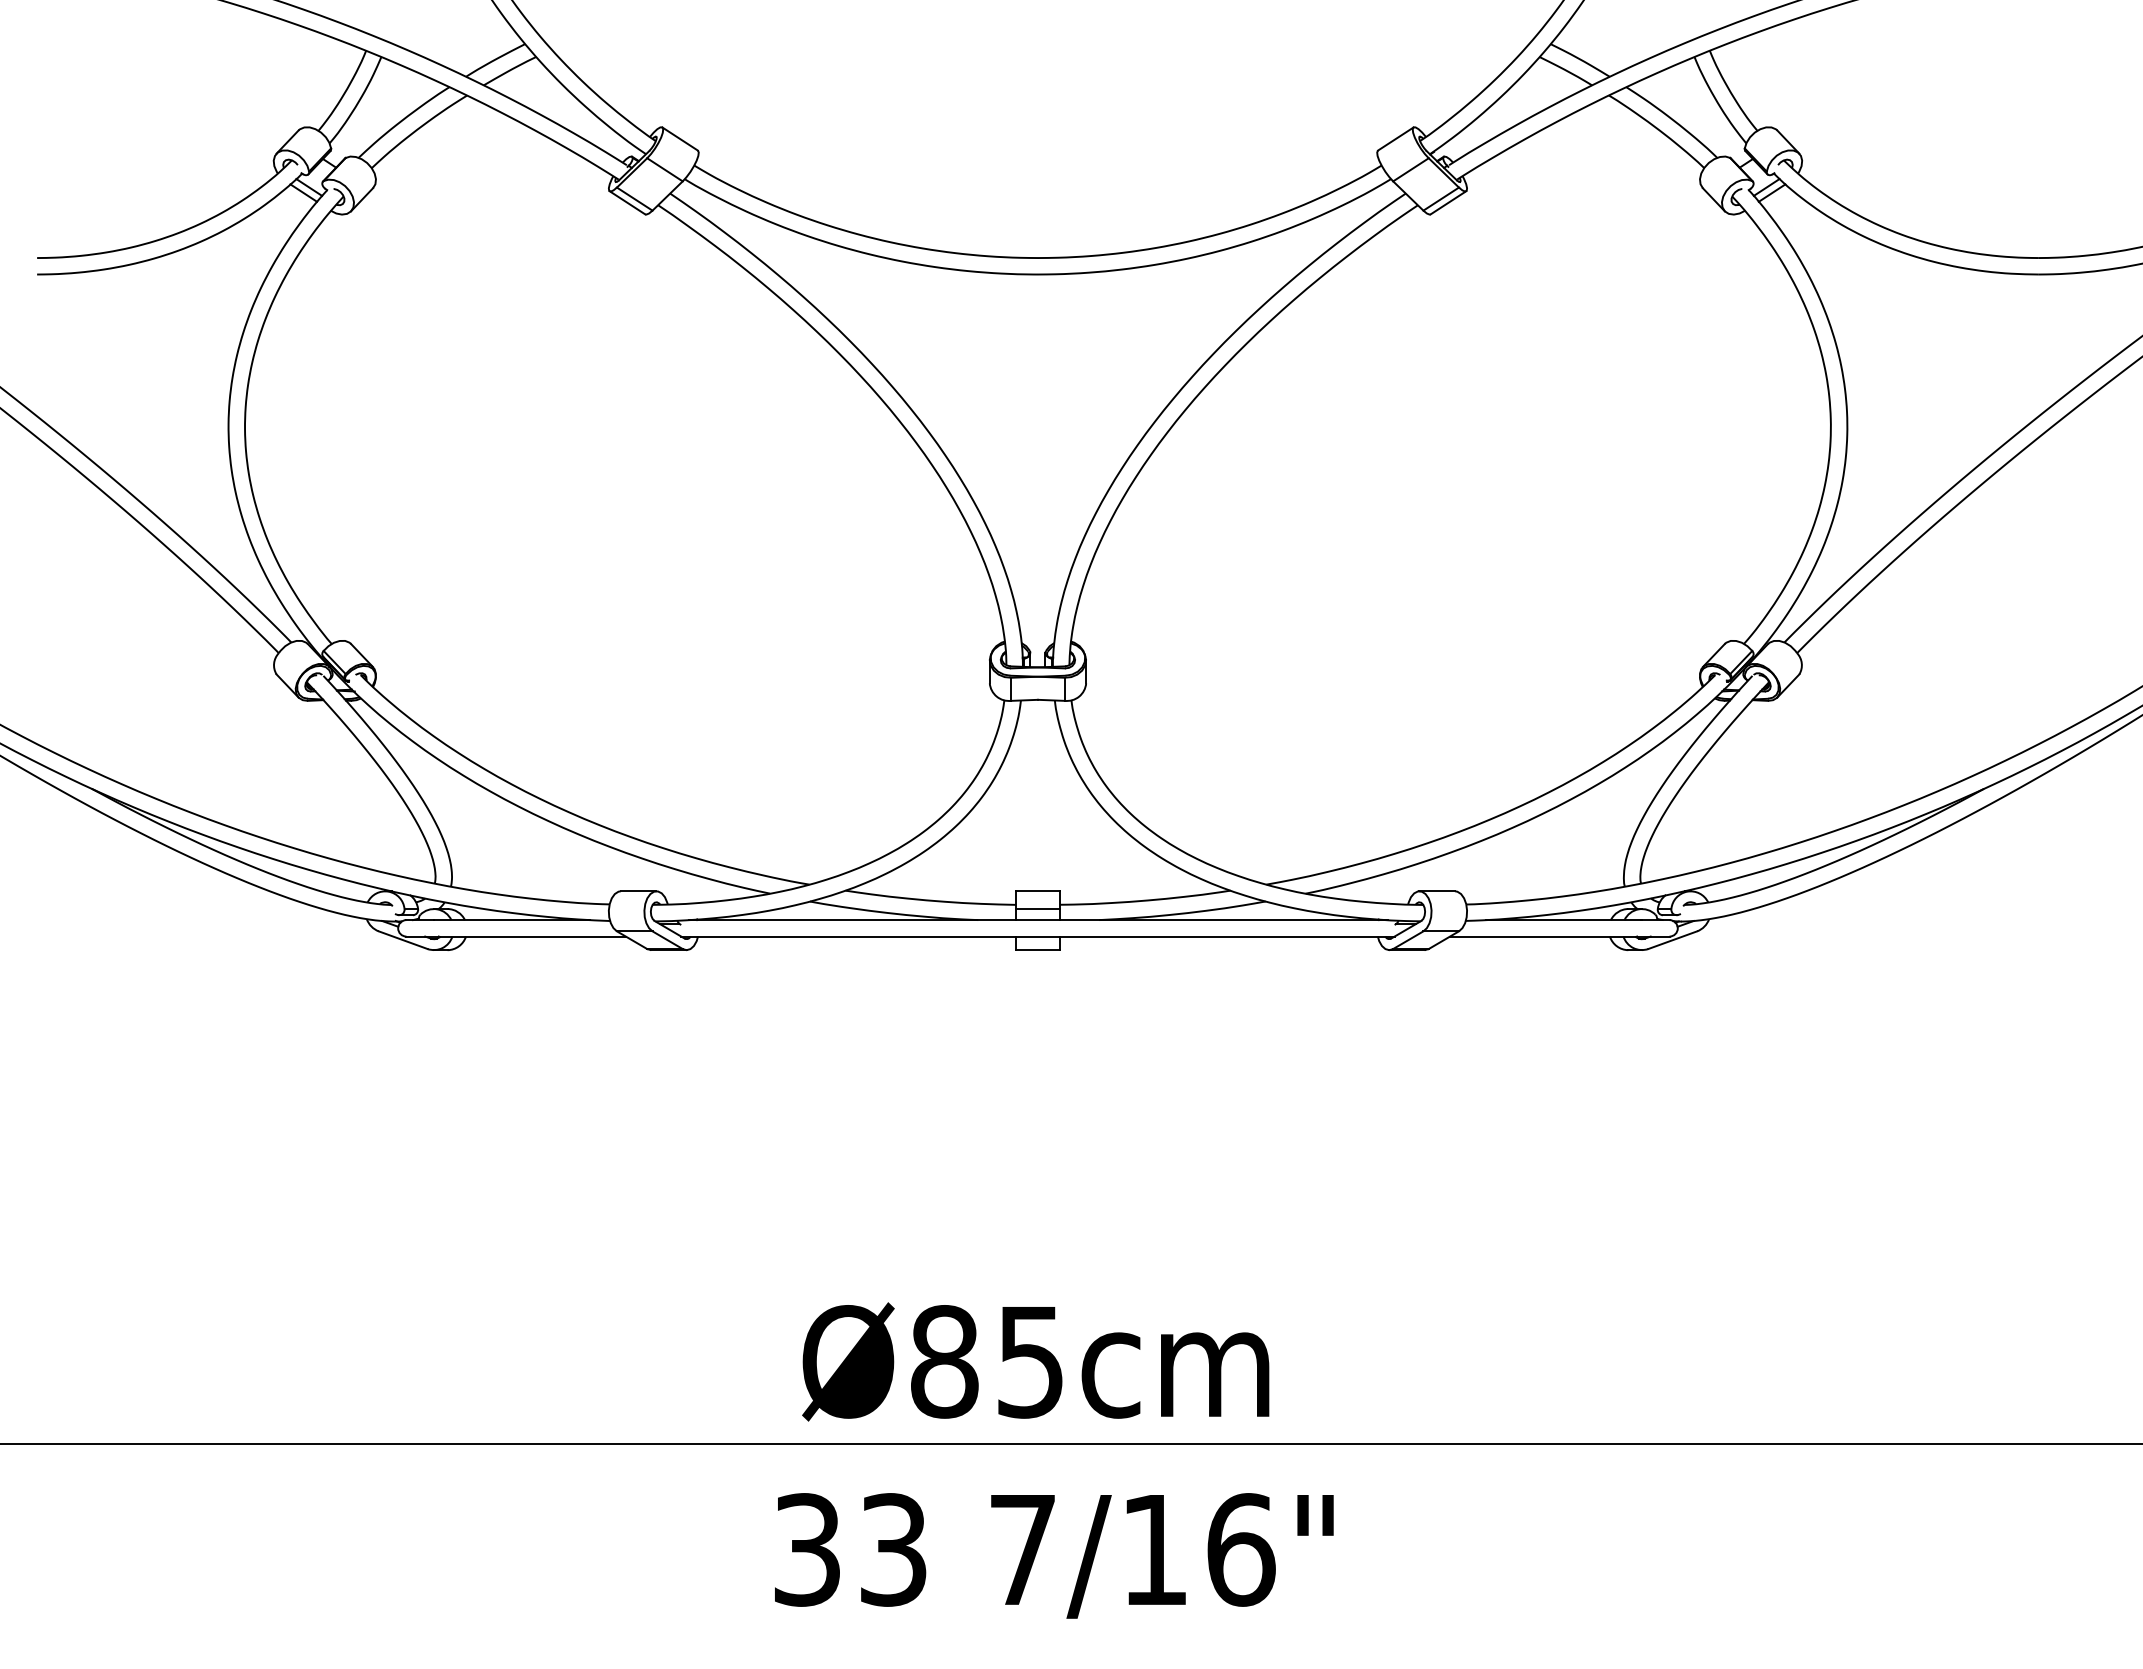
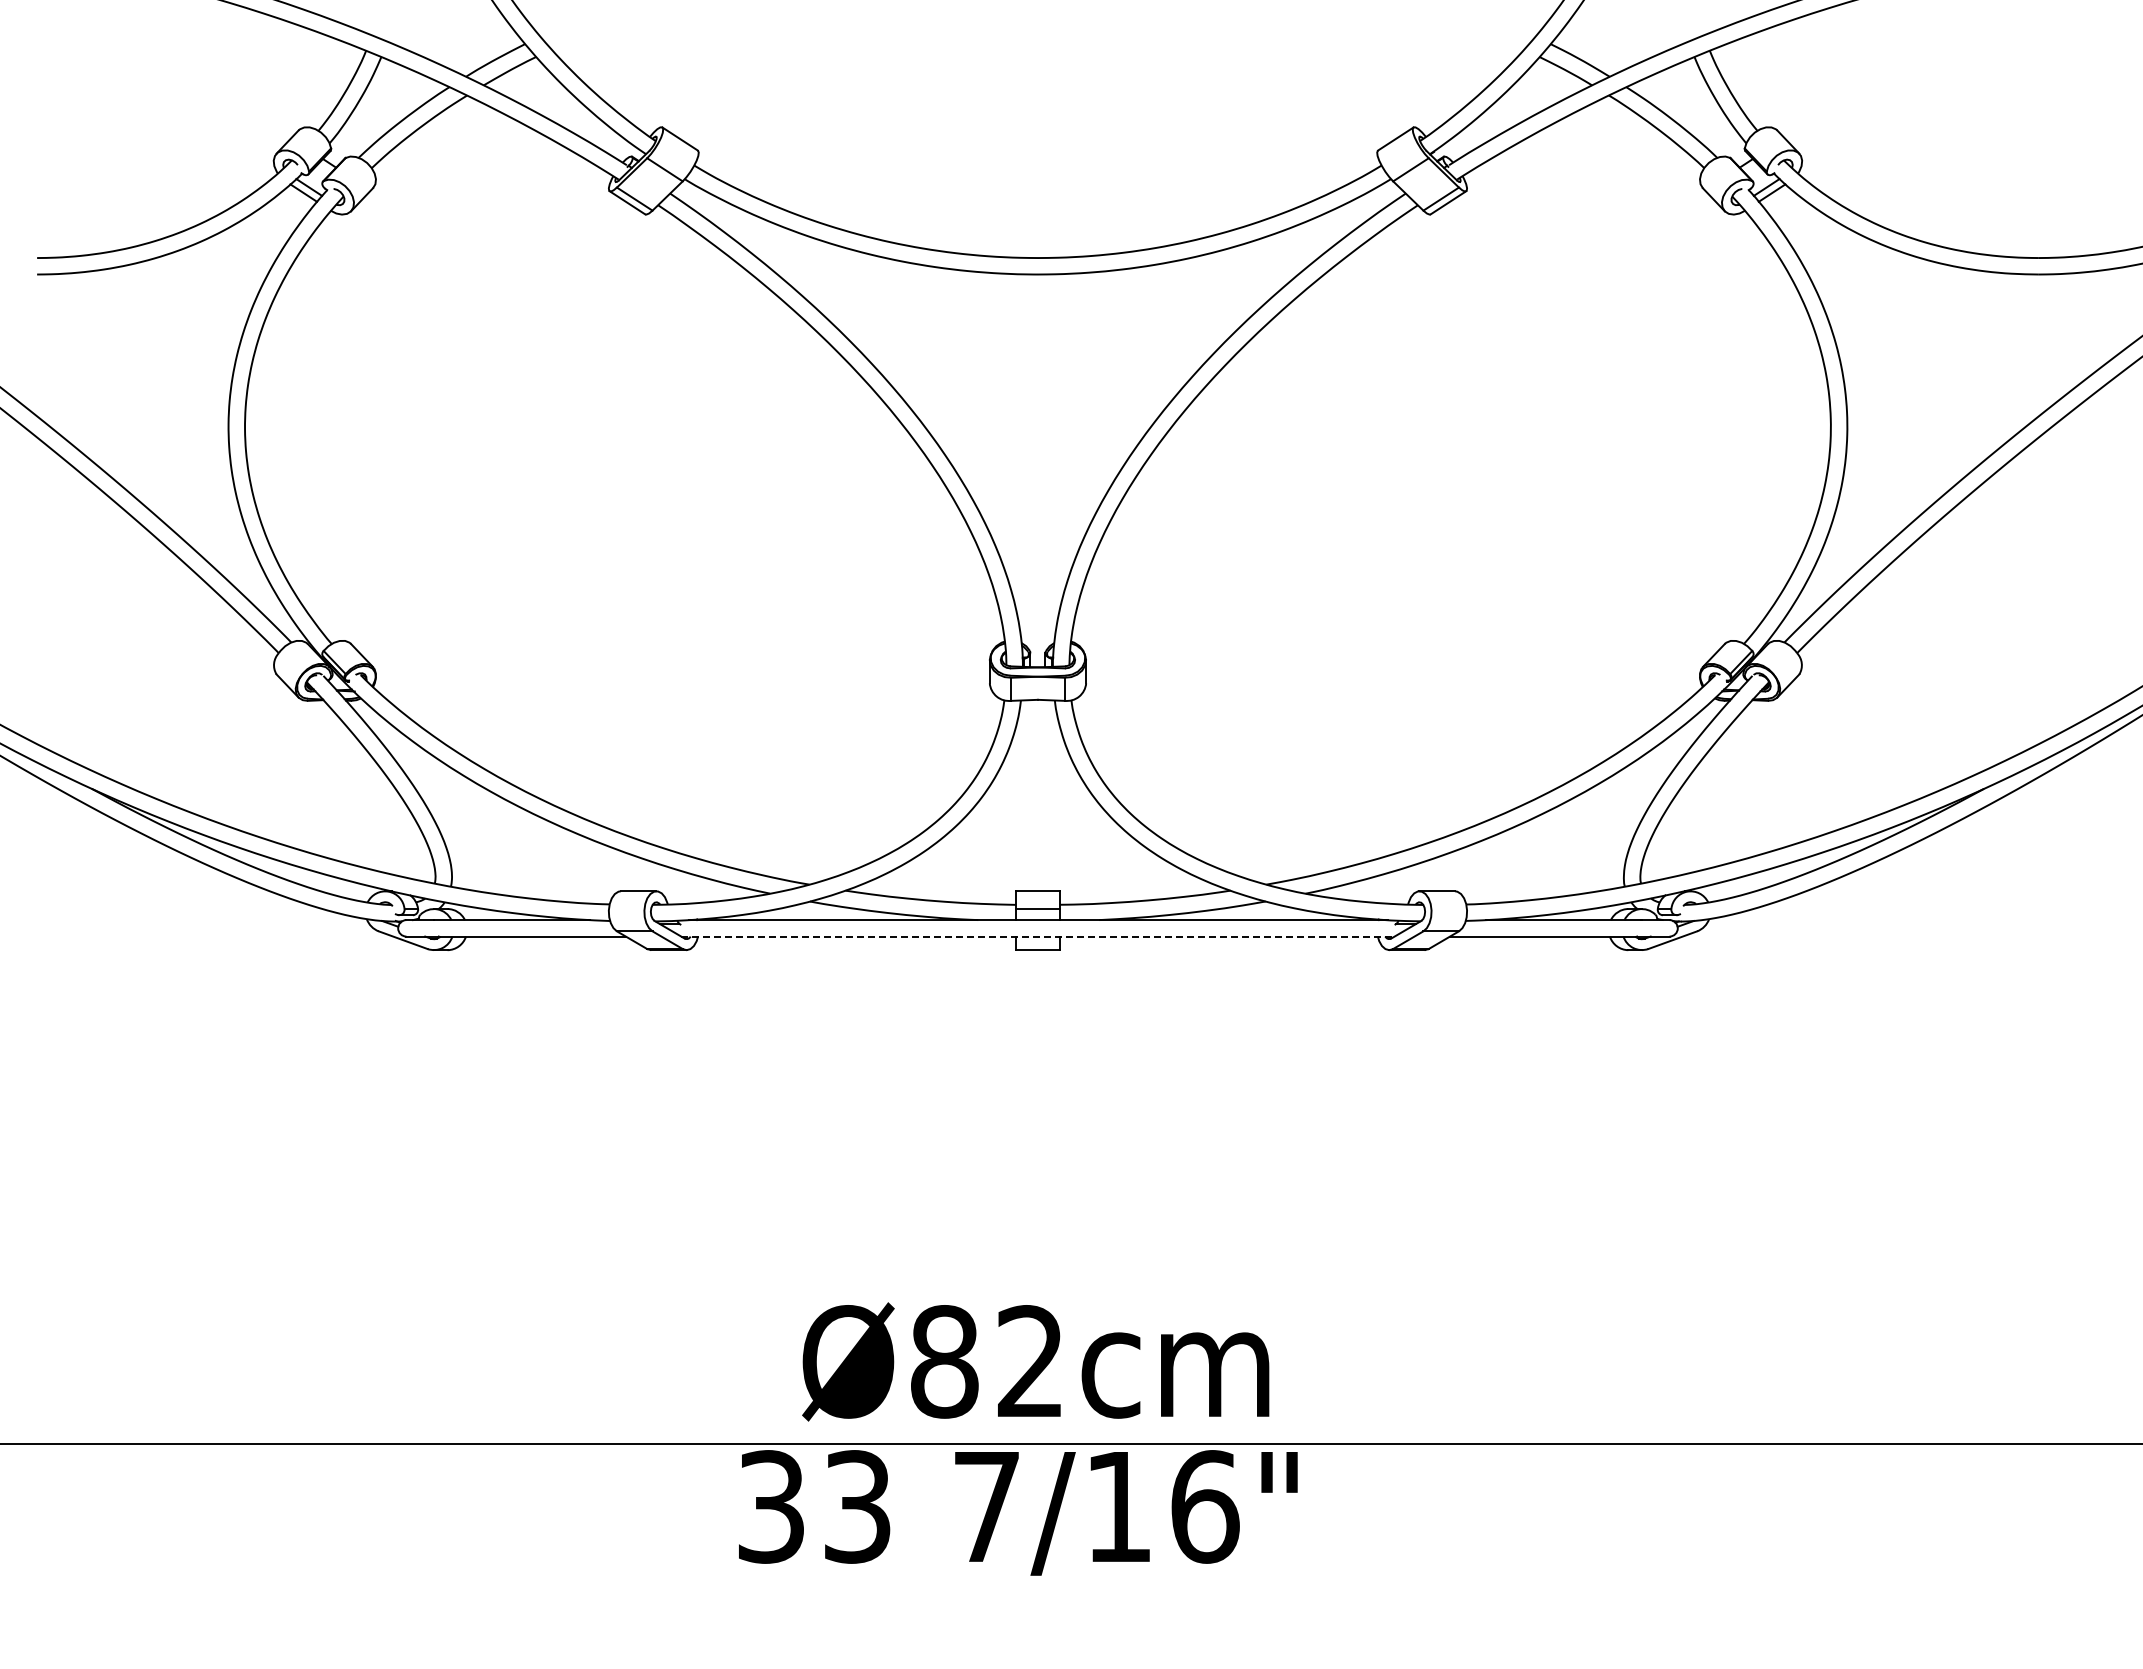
line at (1037, 936): solid -> dashed
text at (1030, 1361): Ø85cm -> Ø82cm
text at (1054, 1555) position: (1054, 1555) -> (1018, 1512)
